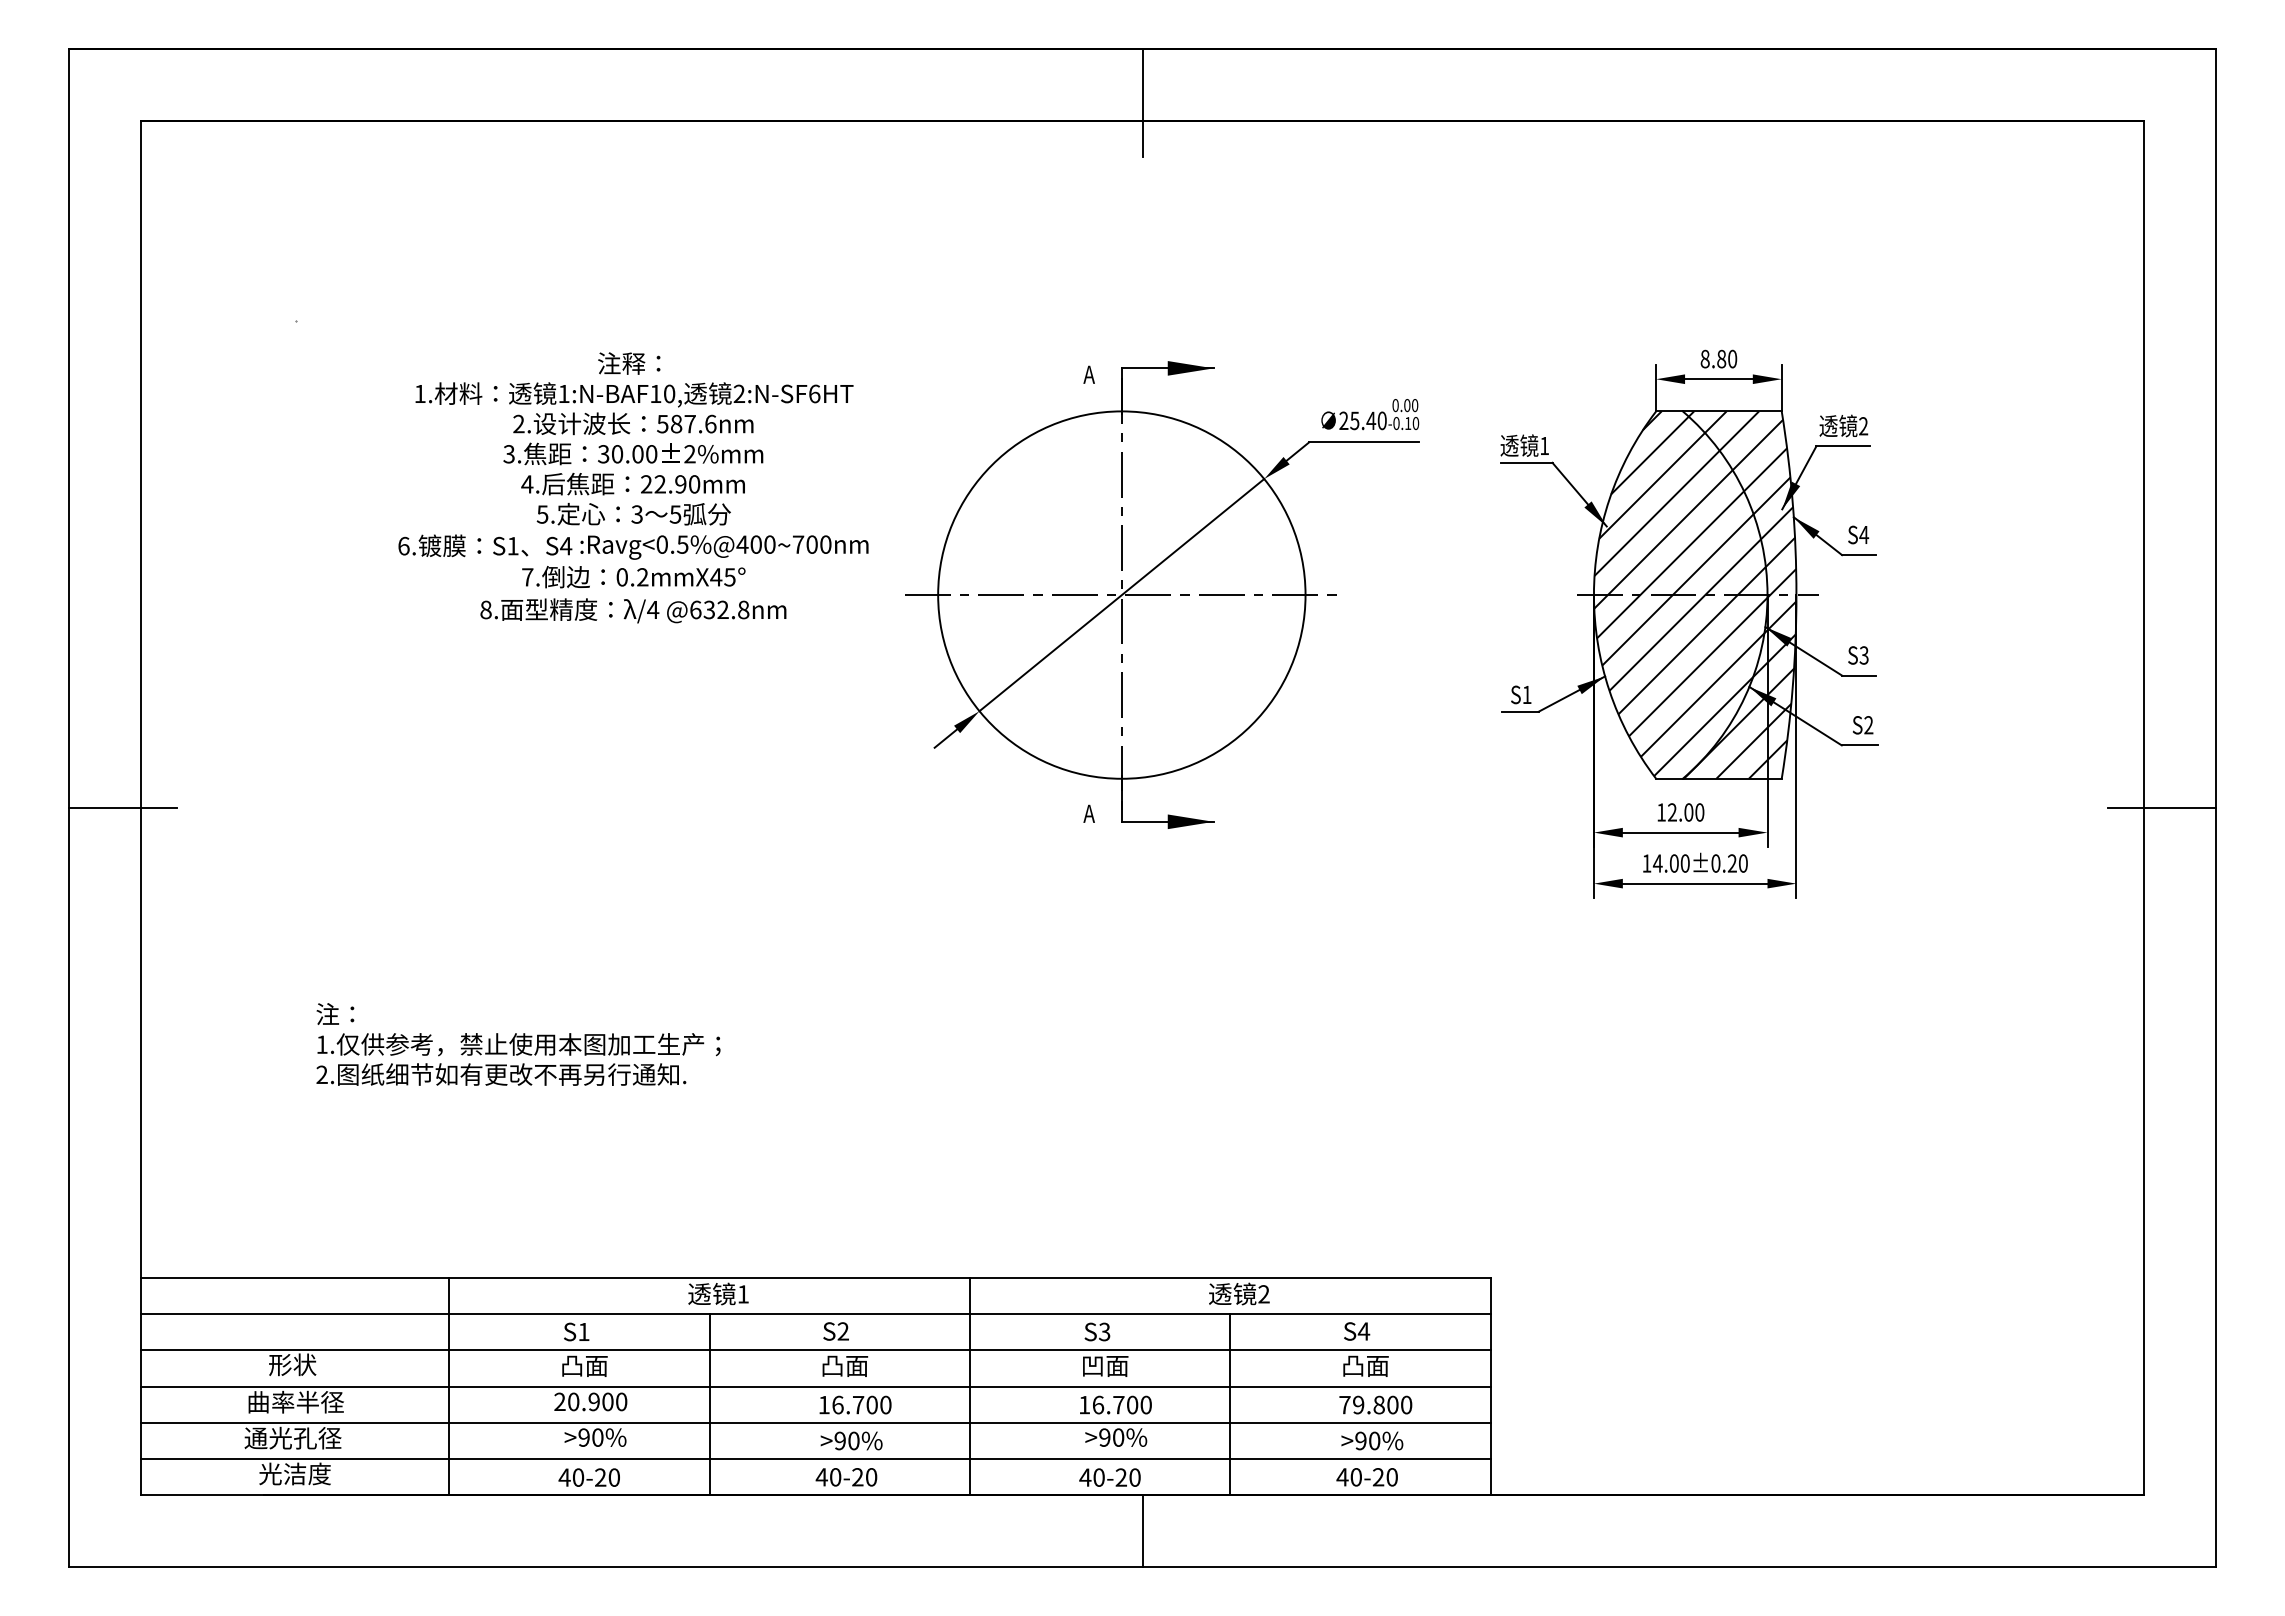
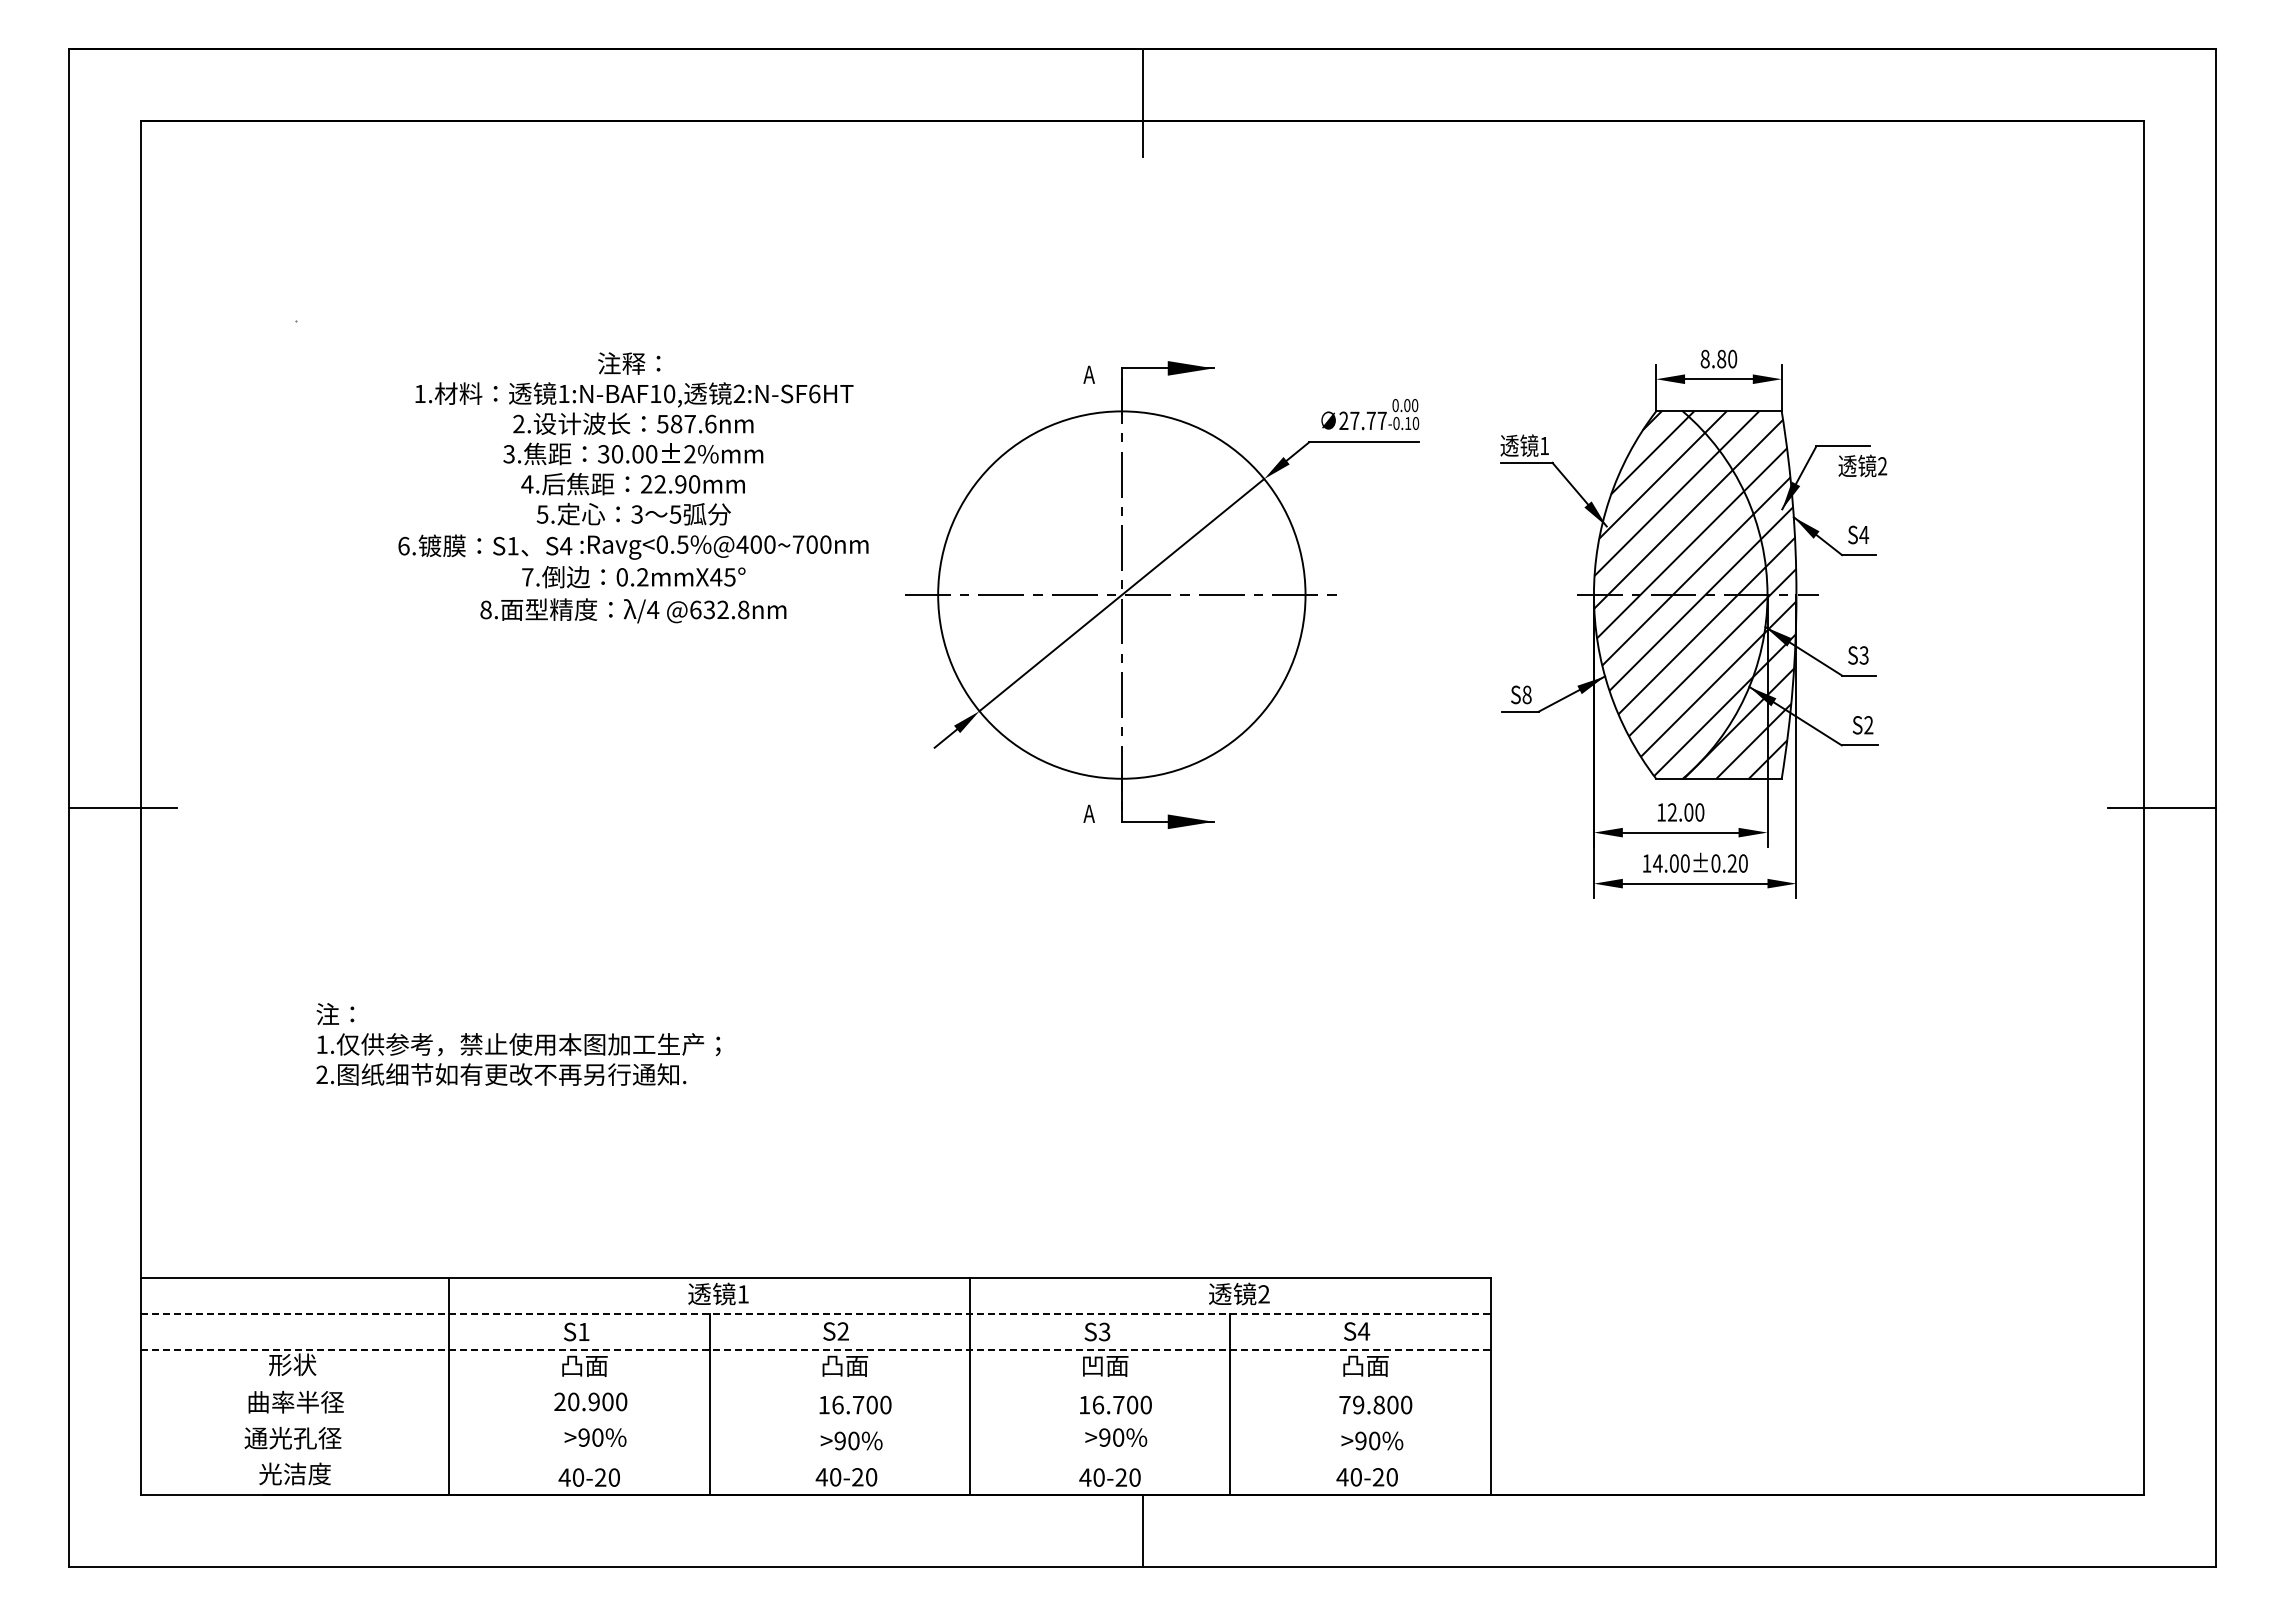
text at (1368, 420): 25.40 -> 27.77
text at (1843, 425) position: (1843, 425) -> (1862, 465)
text at (1526, 694): S1 -> S8
line at (815, 1314): solid -> dashed
line at (815, 1350): solid -> dashed
line at (815, 1386): present -> none
line at (815, 1422): present -> none
line at (815, 1458): present -> none
